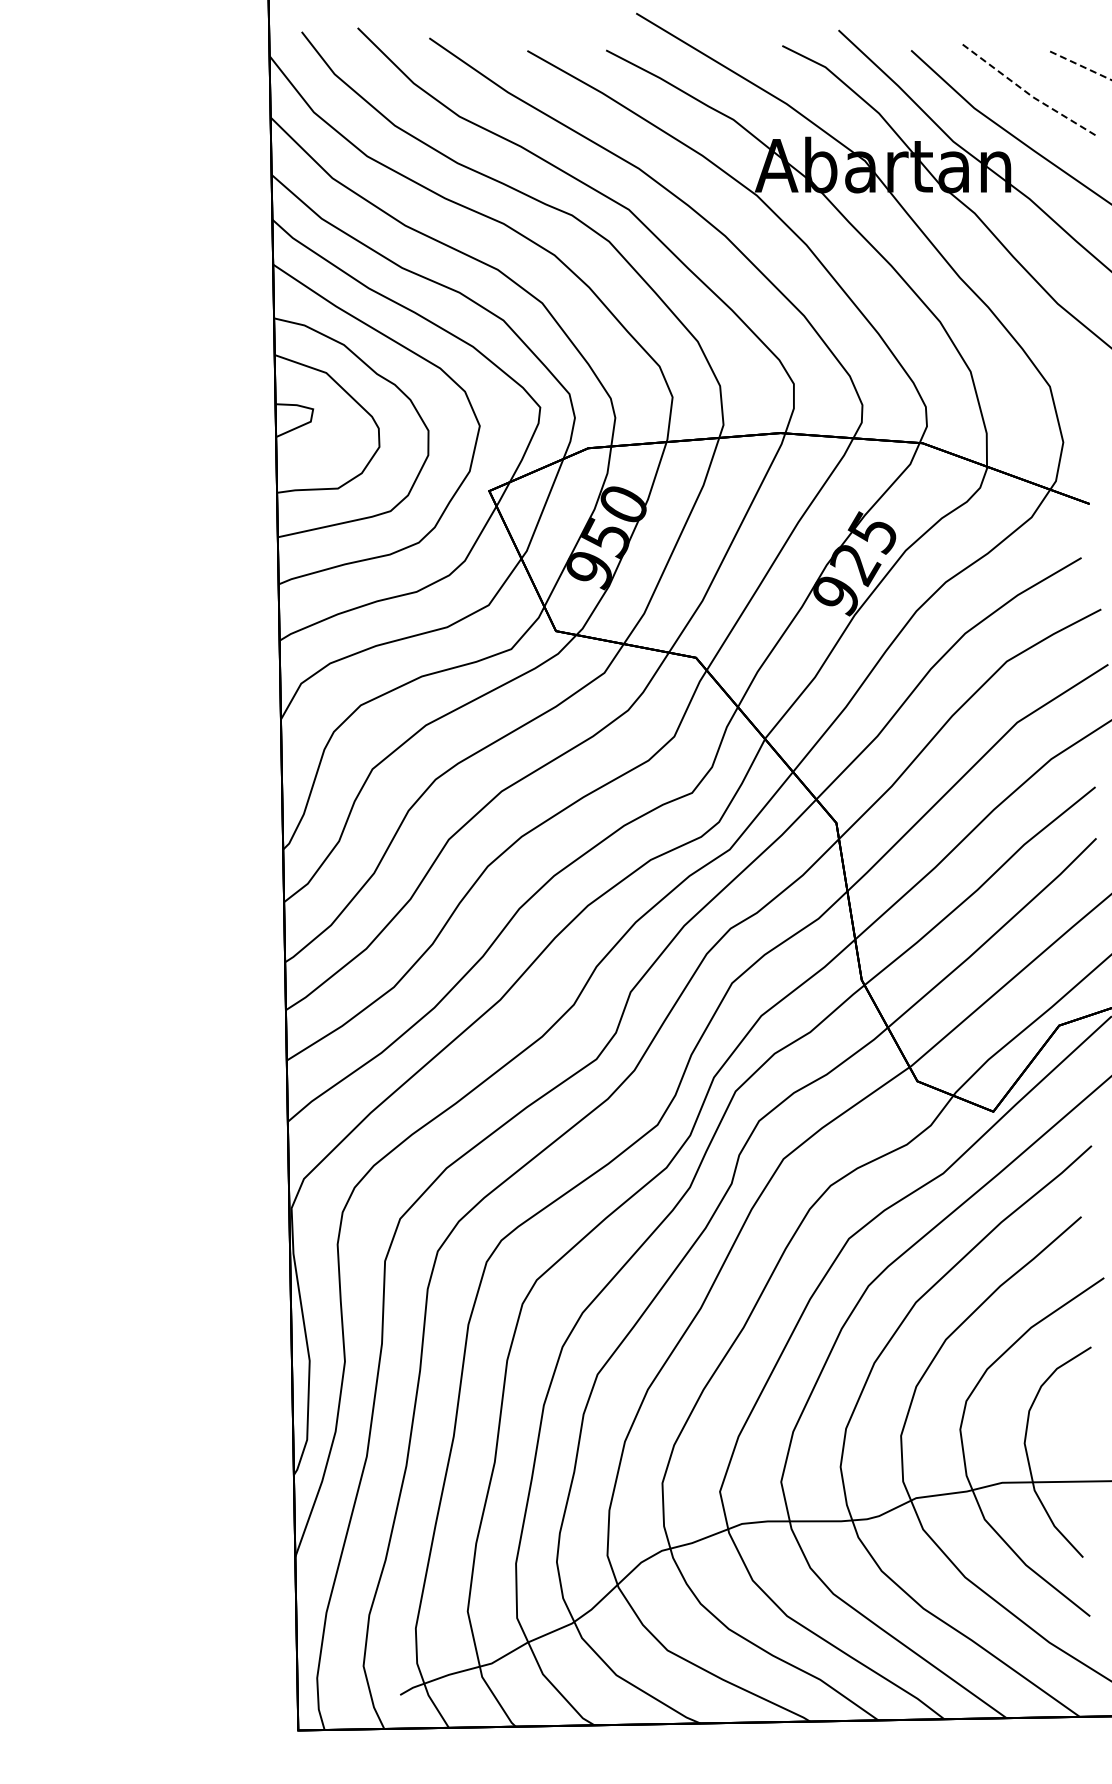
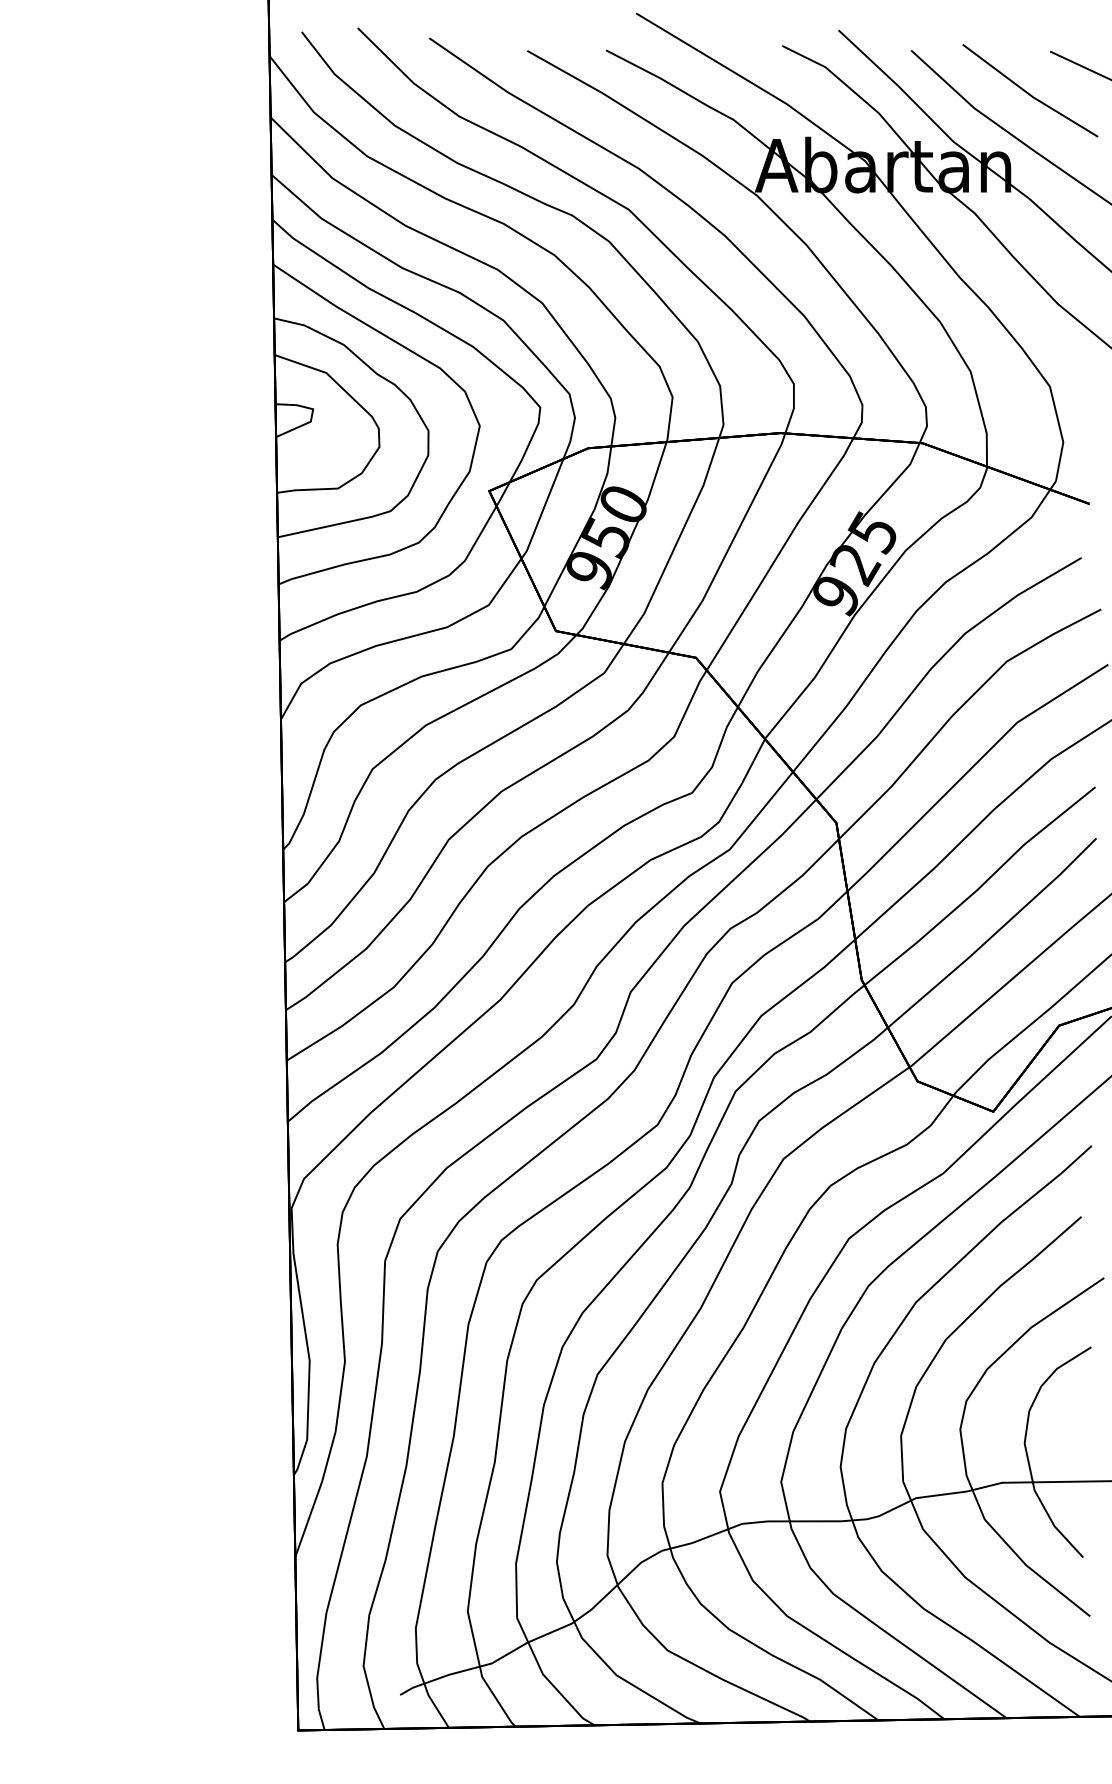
line at (1080, 65): dashed -> solid
line at (1028, 93): dashed -> solid
